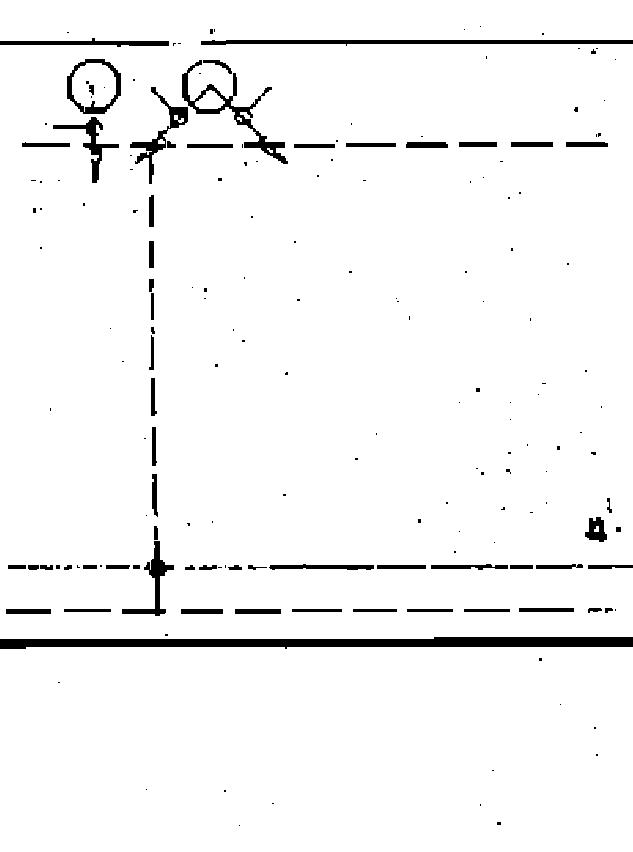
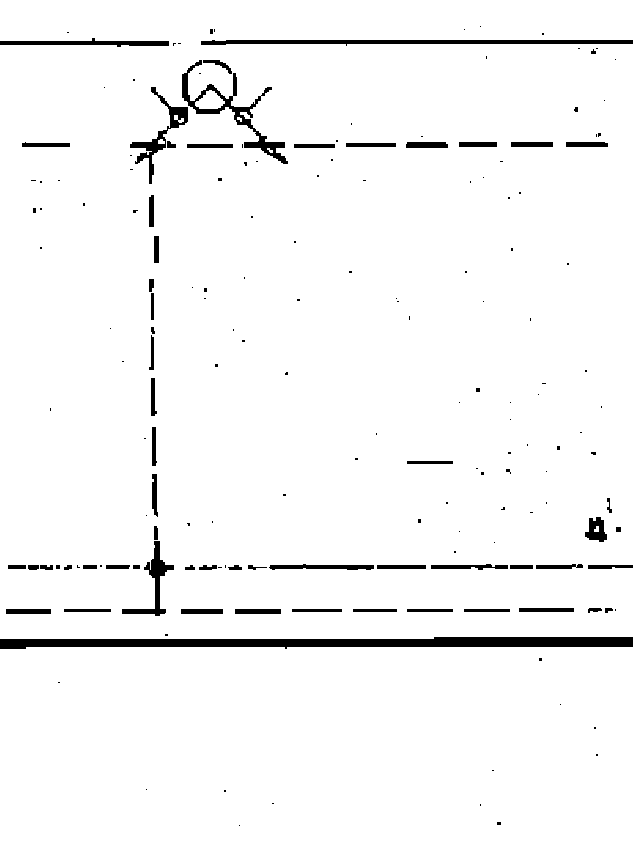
part at (82, 120): present -> none
line at (151, 254) position: (151, 254) -> (156, 249)
line at (429, 462): none -> present
